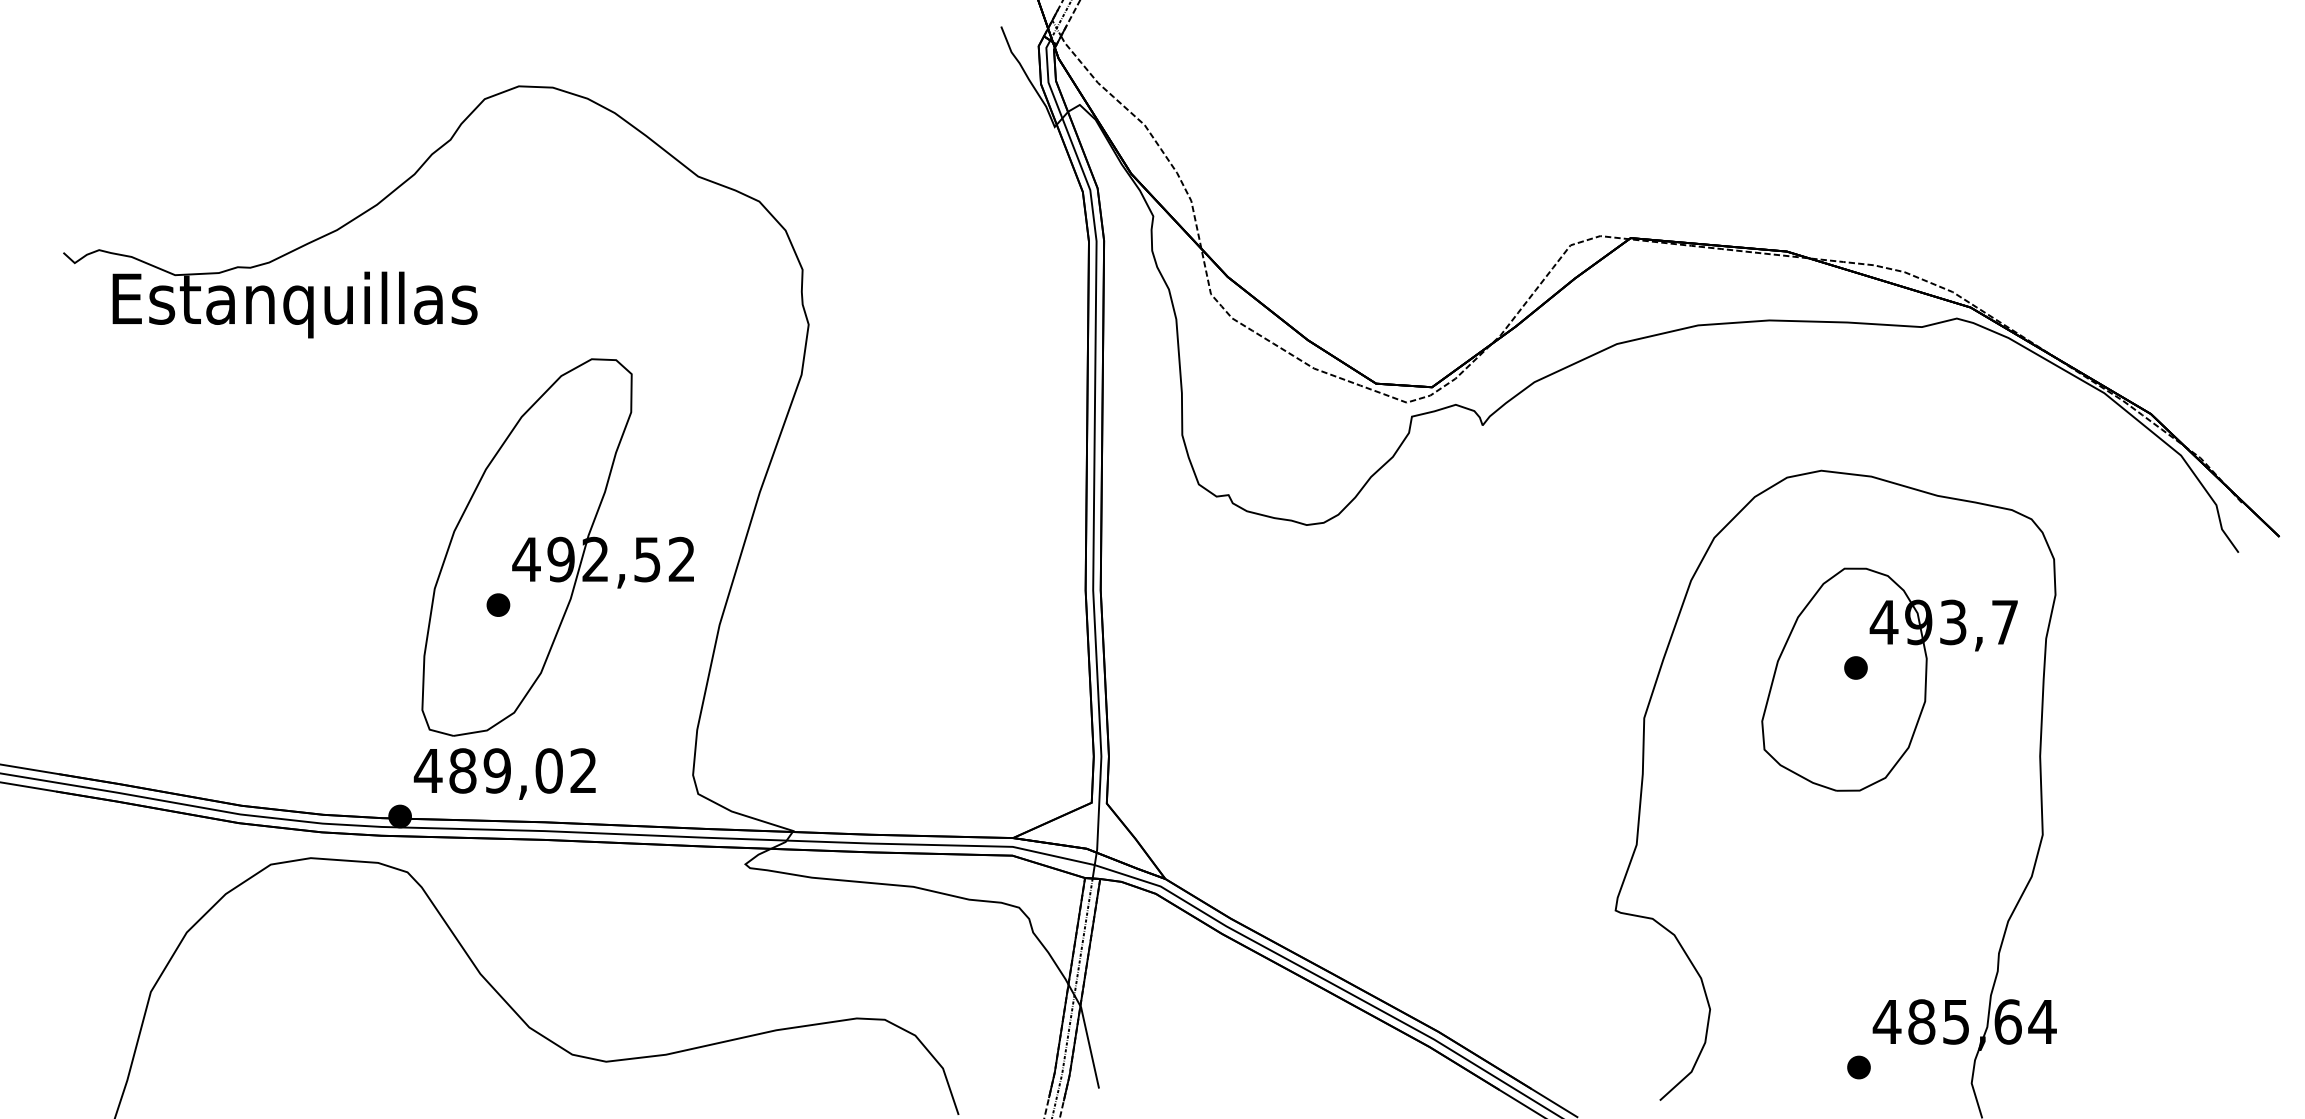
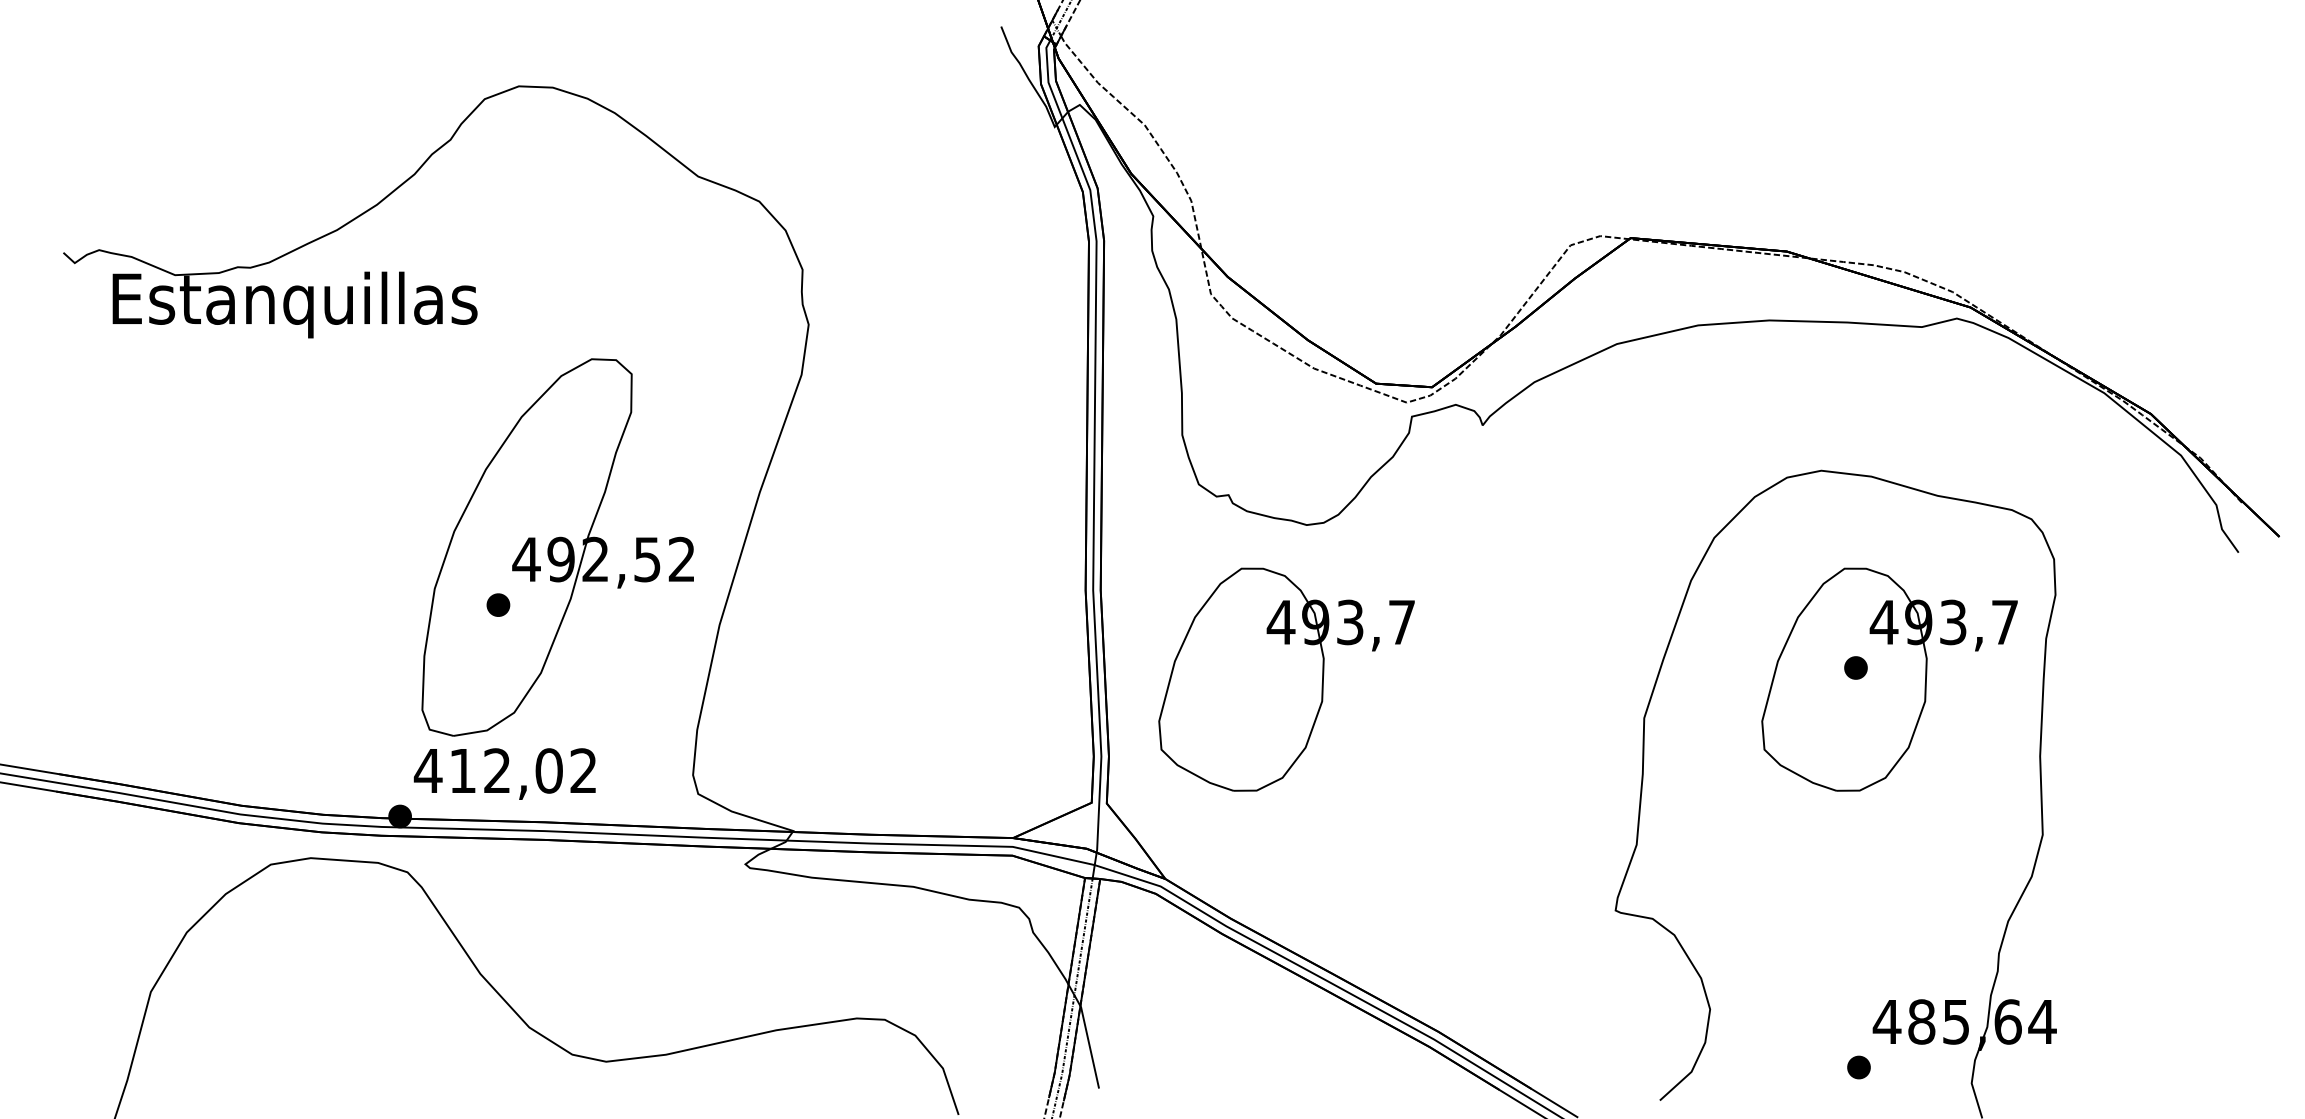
part at (1286, 679): none -> present
text at (479, 770): 489,02 -> 412,02
